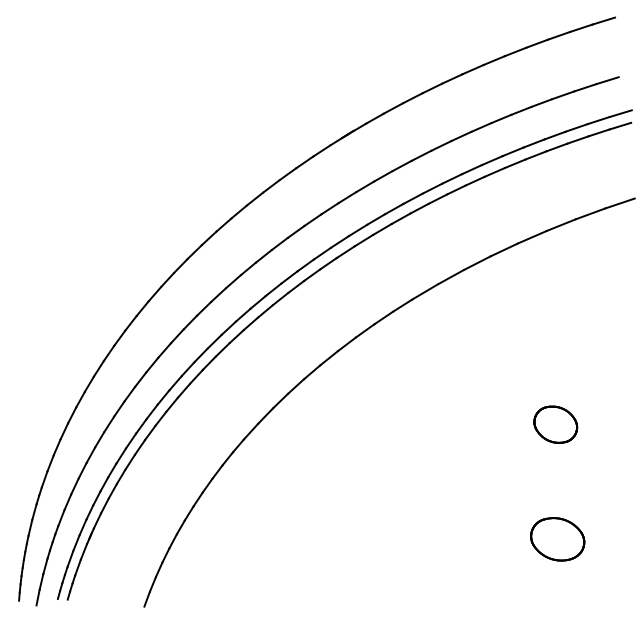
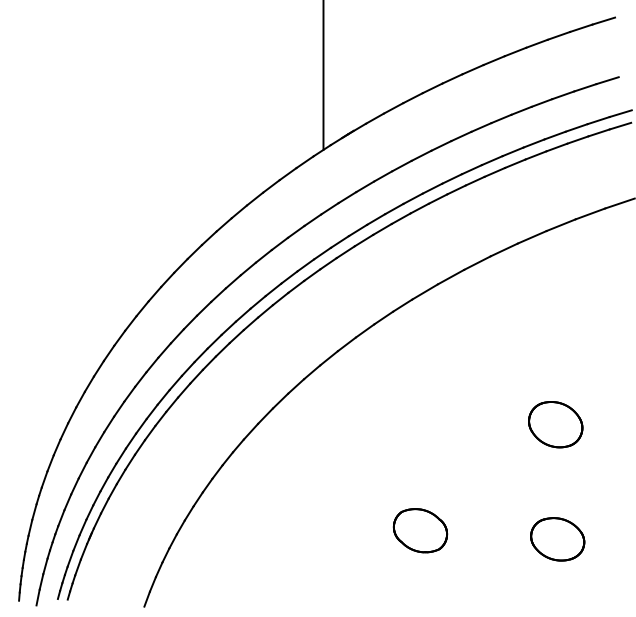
line at (323, 75): none -> present
part at (555, 424) size: 46x39 px -> 56x48 px
part at (420, 530): none -> present
